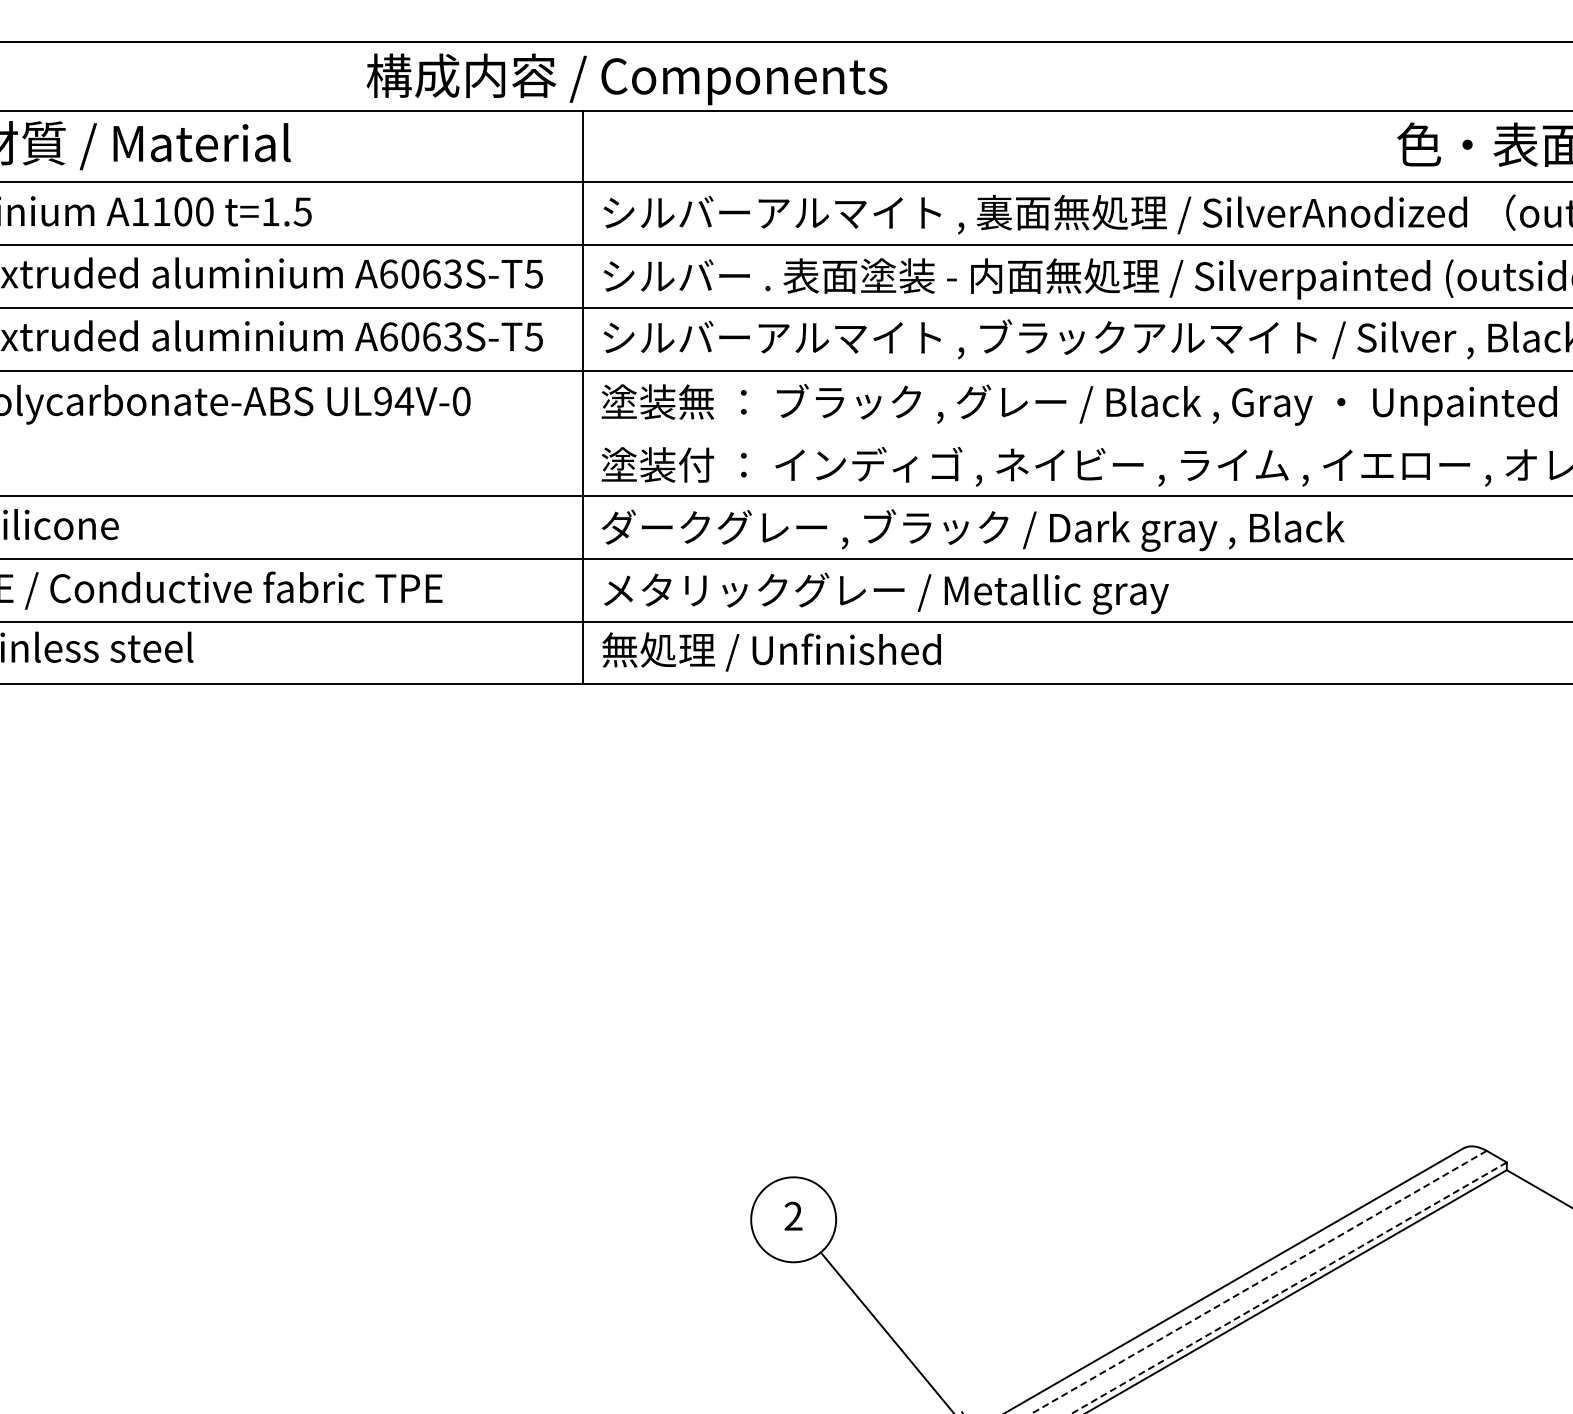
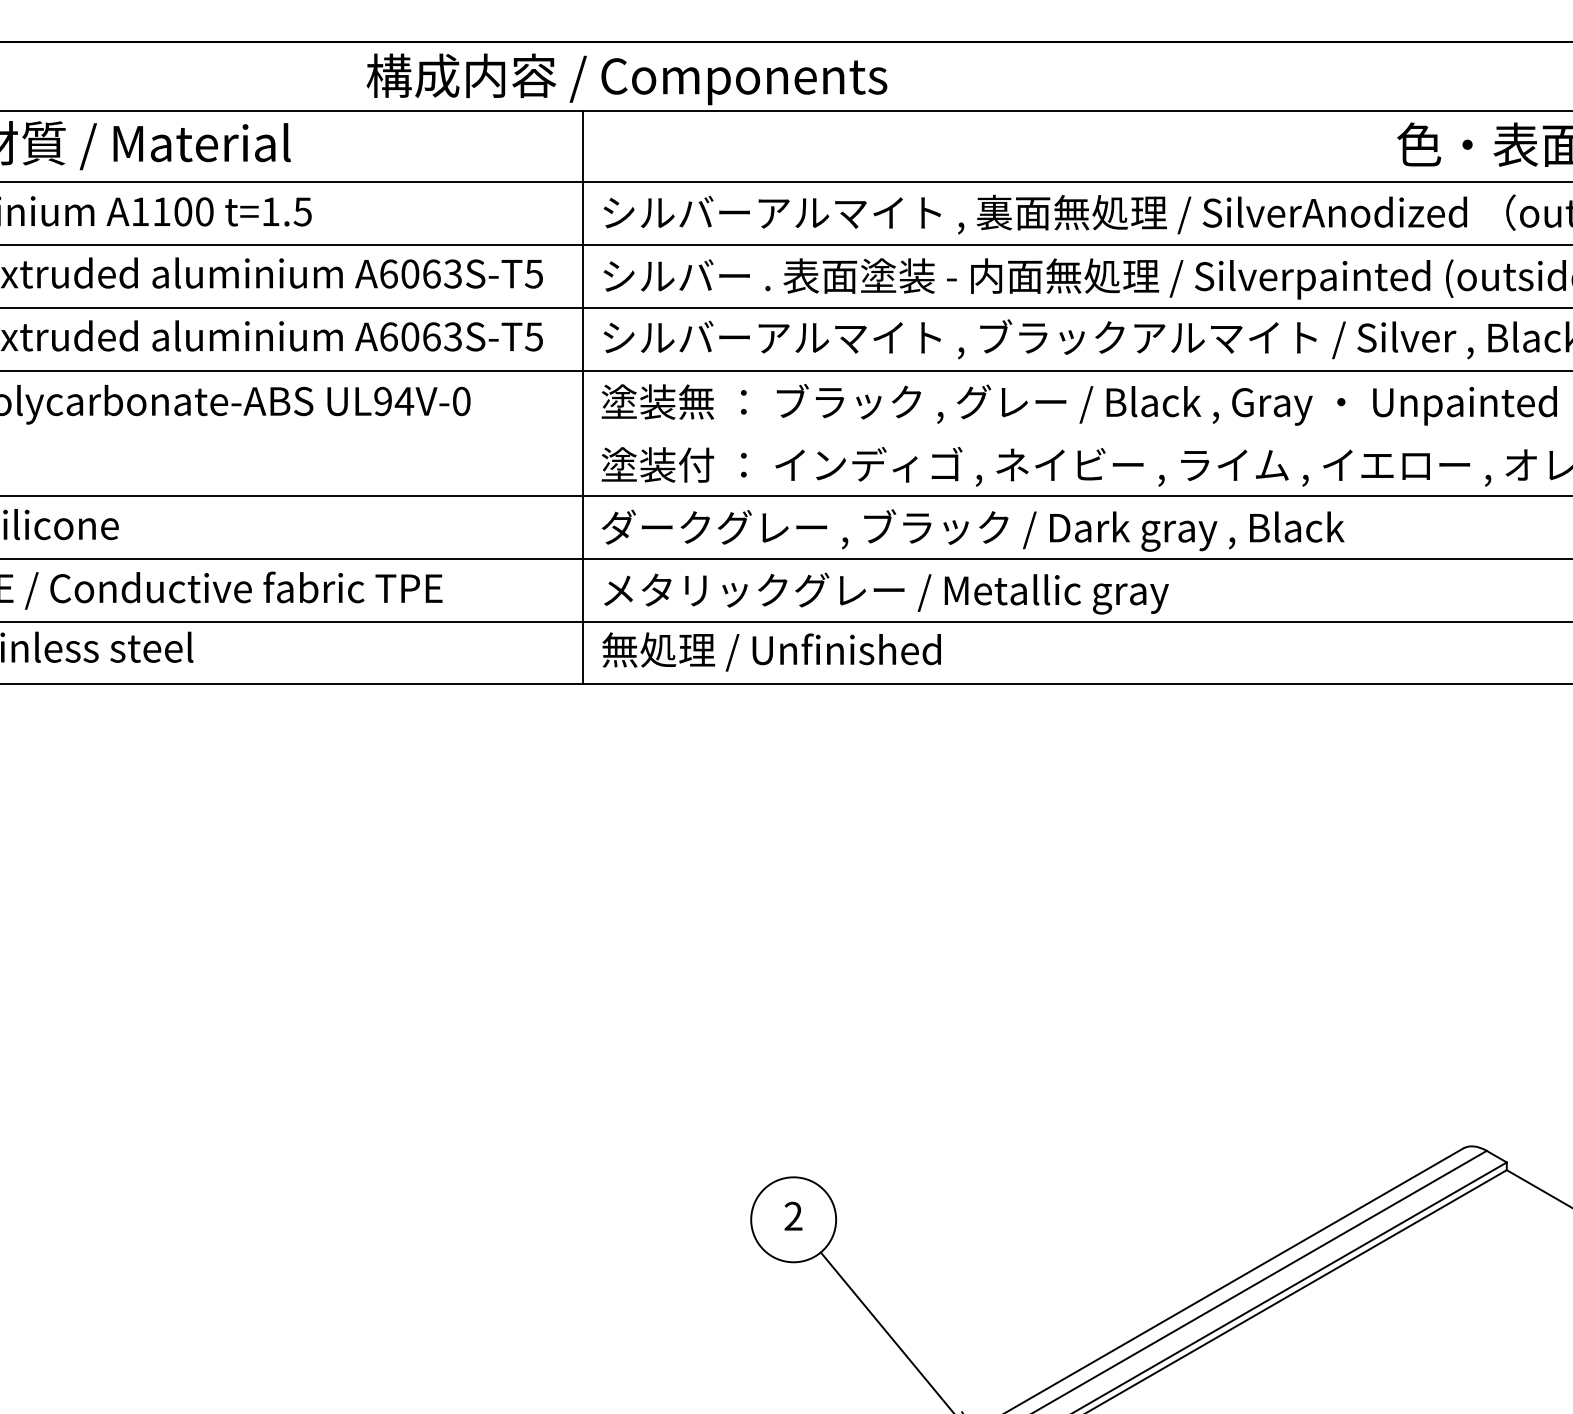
line at (1259, 1282): dashed -> solid
line at (1288, 1288): dashed -> solid
